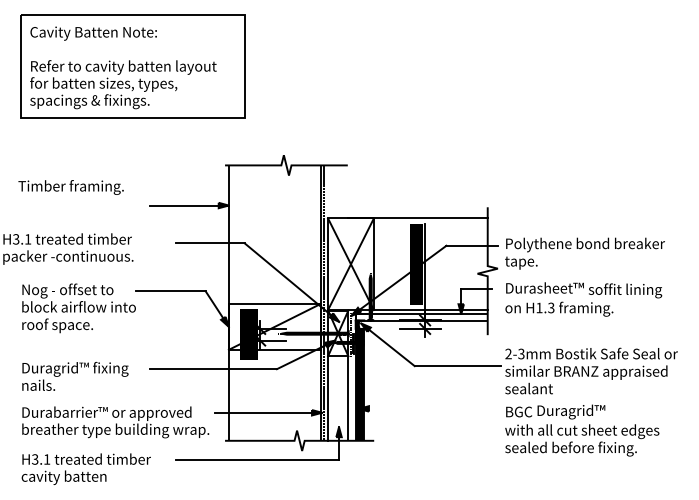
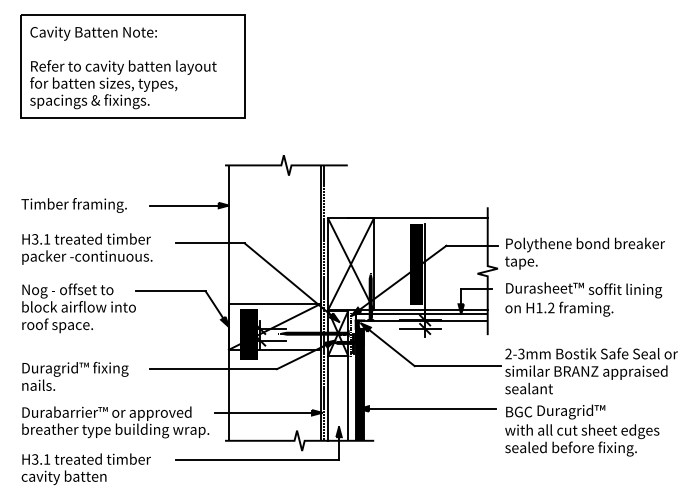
text at (70, 187) position: (70, 187) -> (73, 205)
text at (68, 248) position: (68, 248) -> (87, 248)
text at (551, 308): H1.3 -> H1.2
line at (427, 408): none -> present
